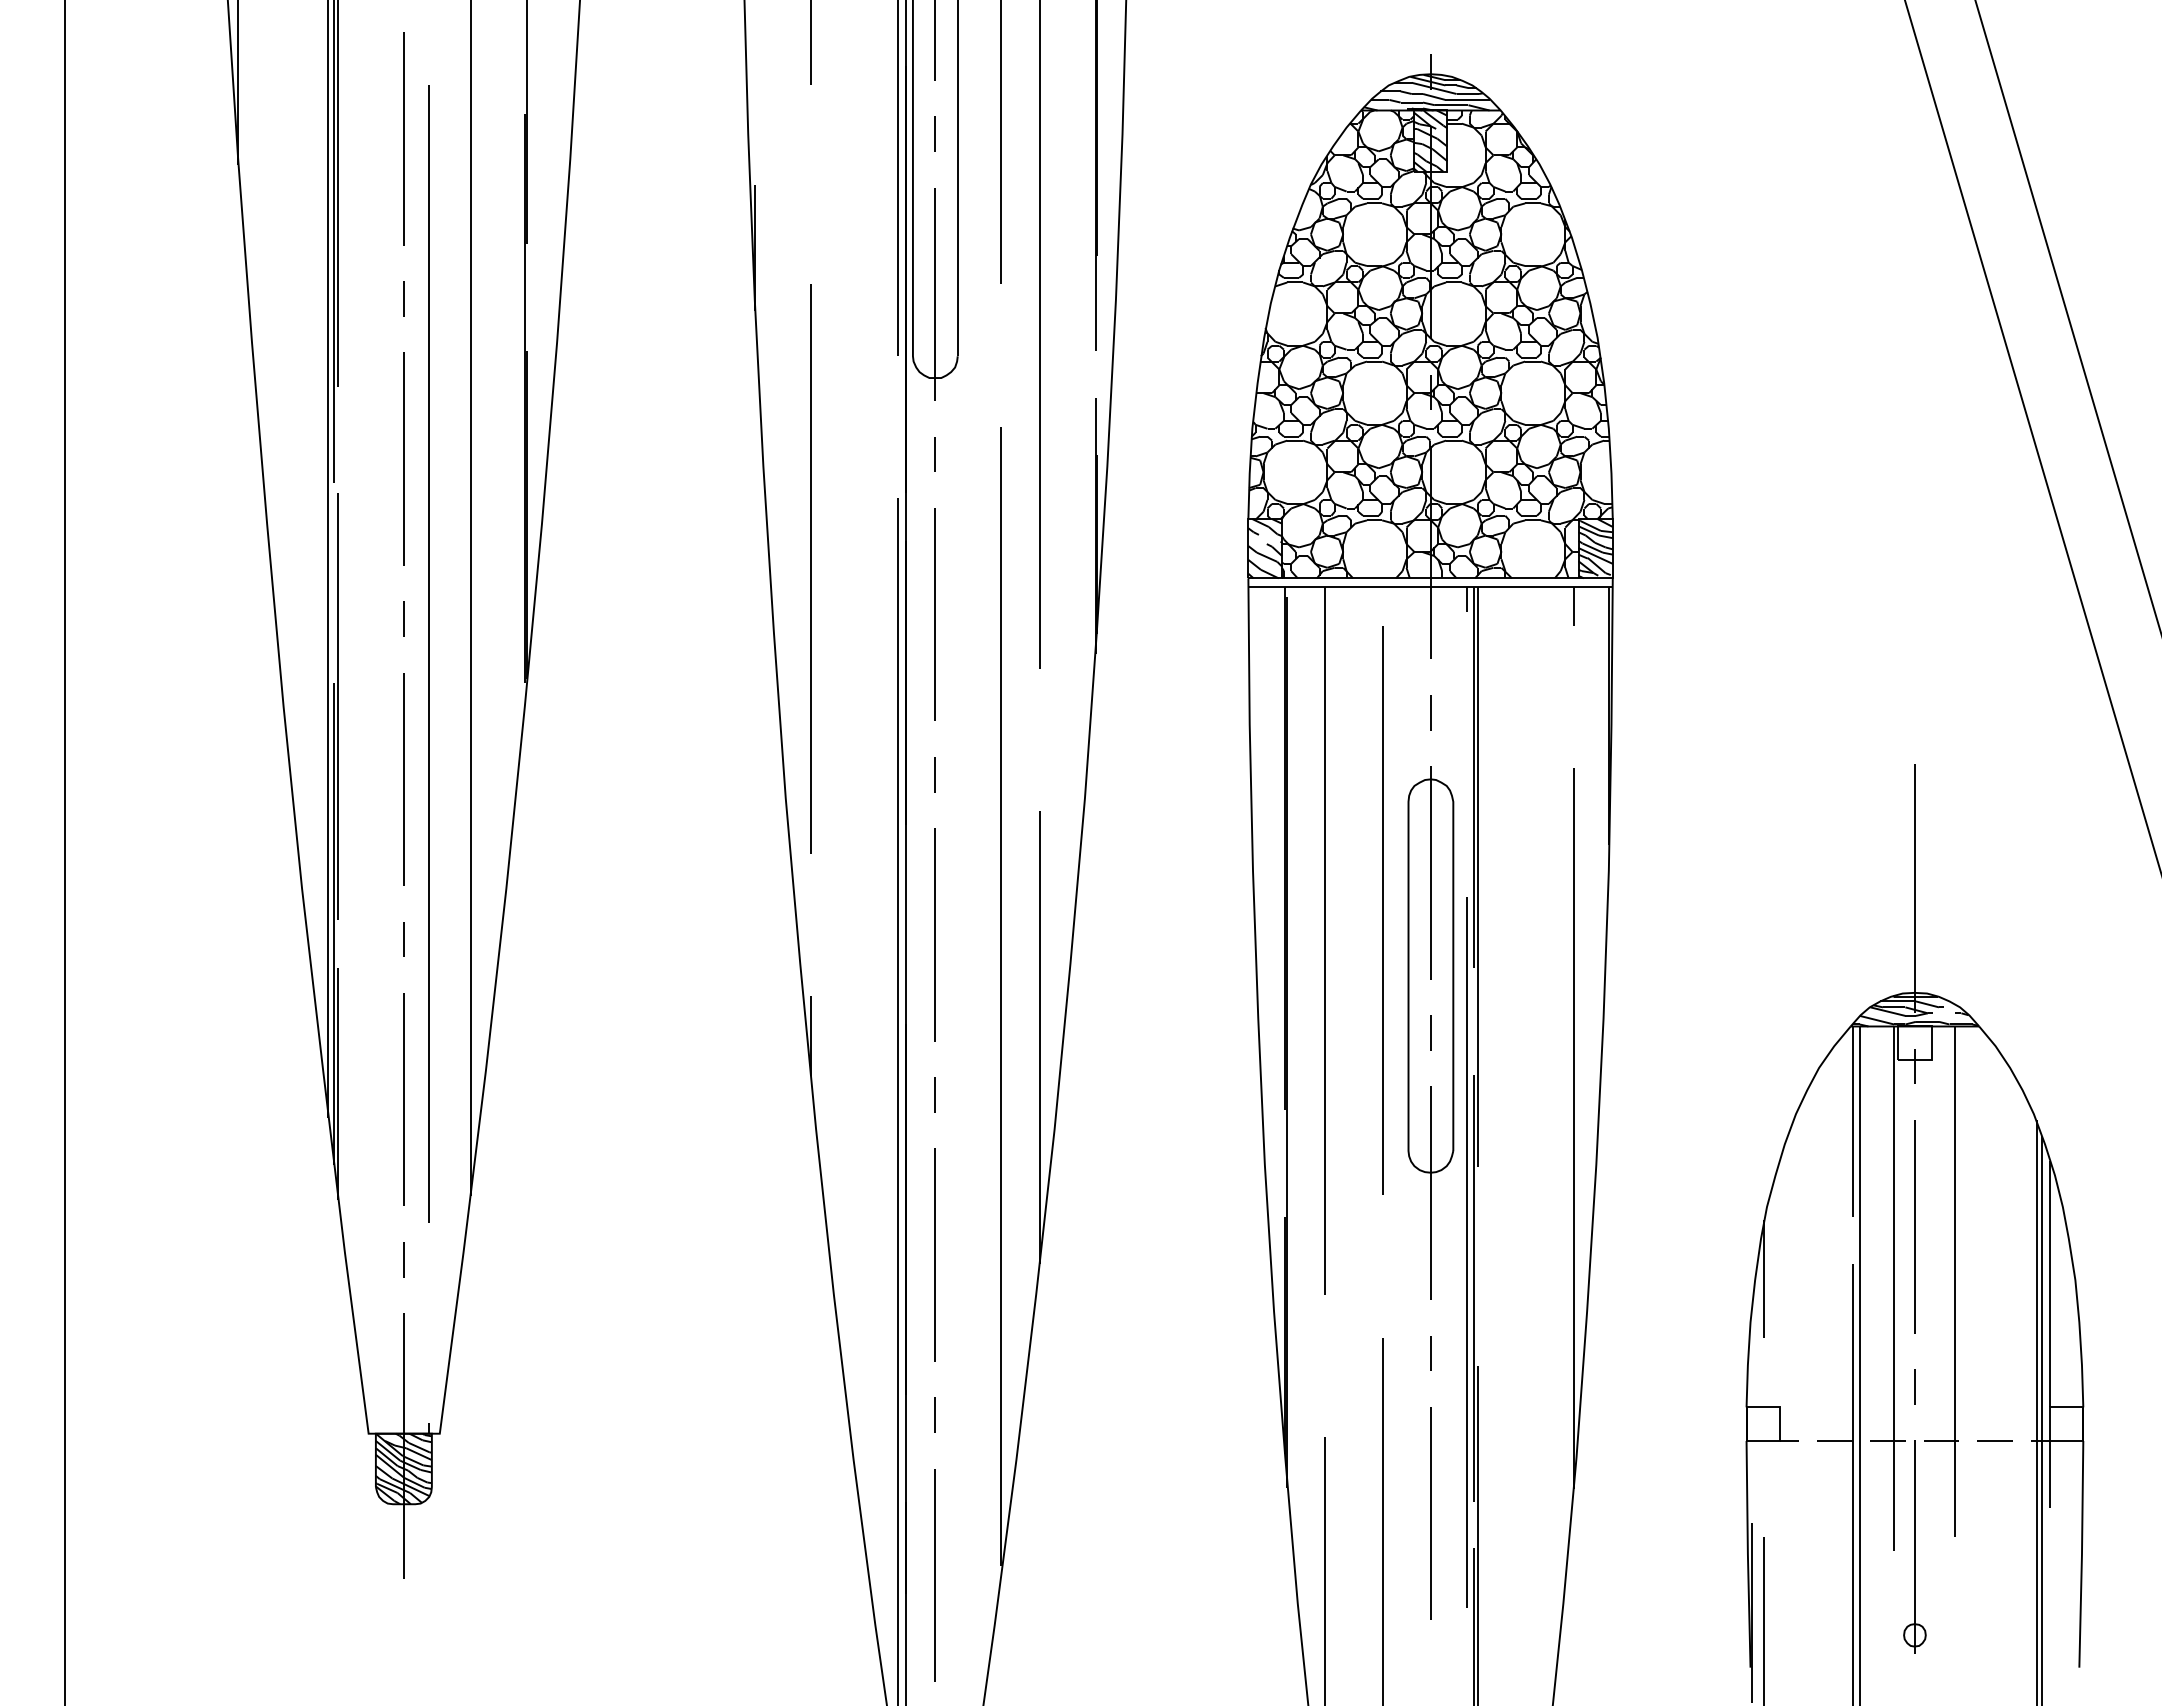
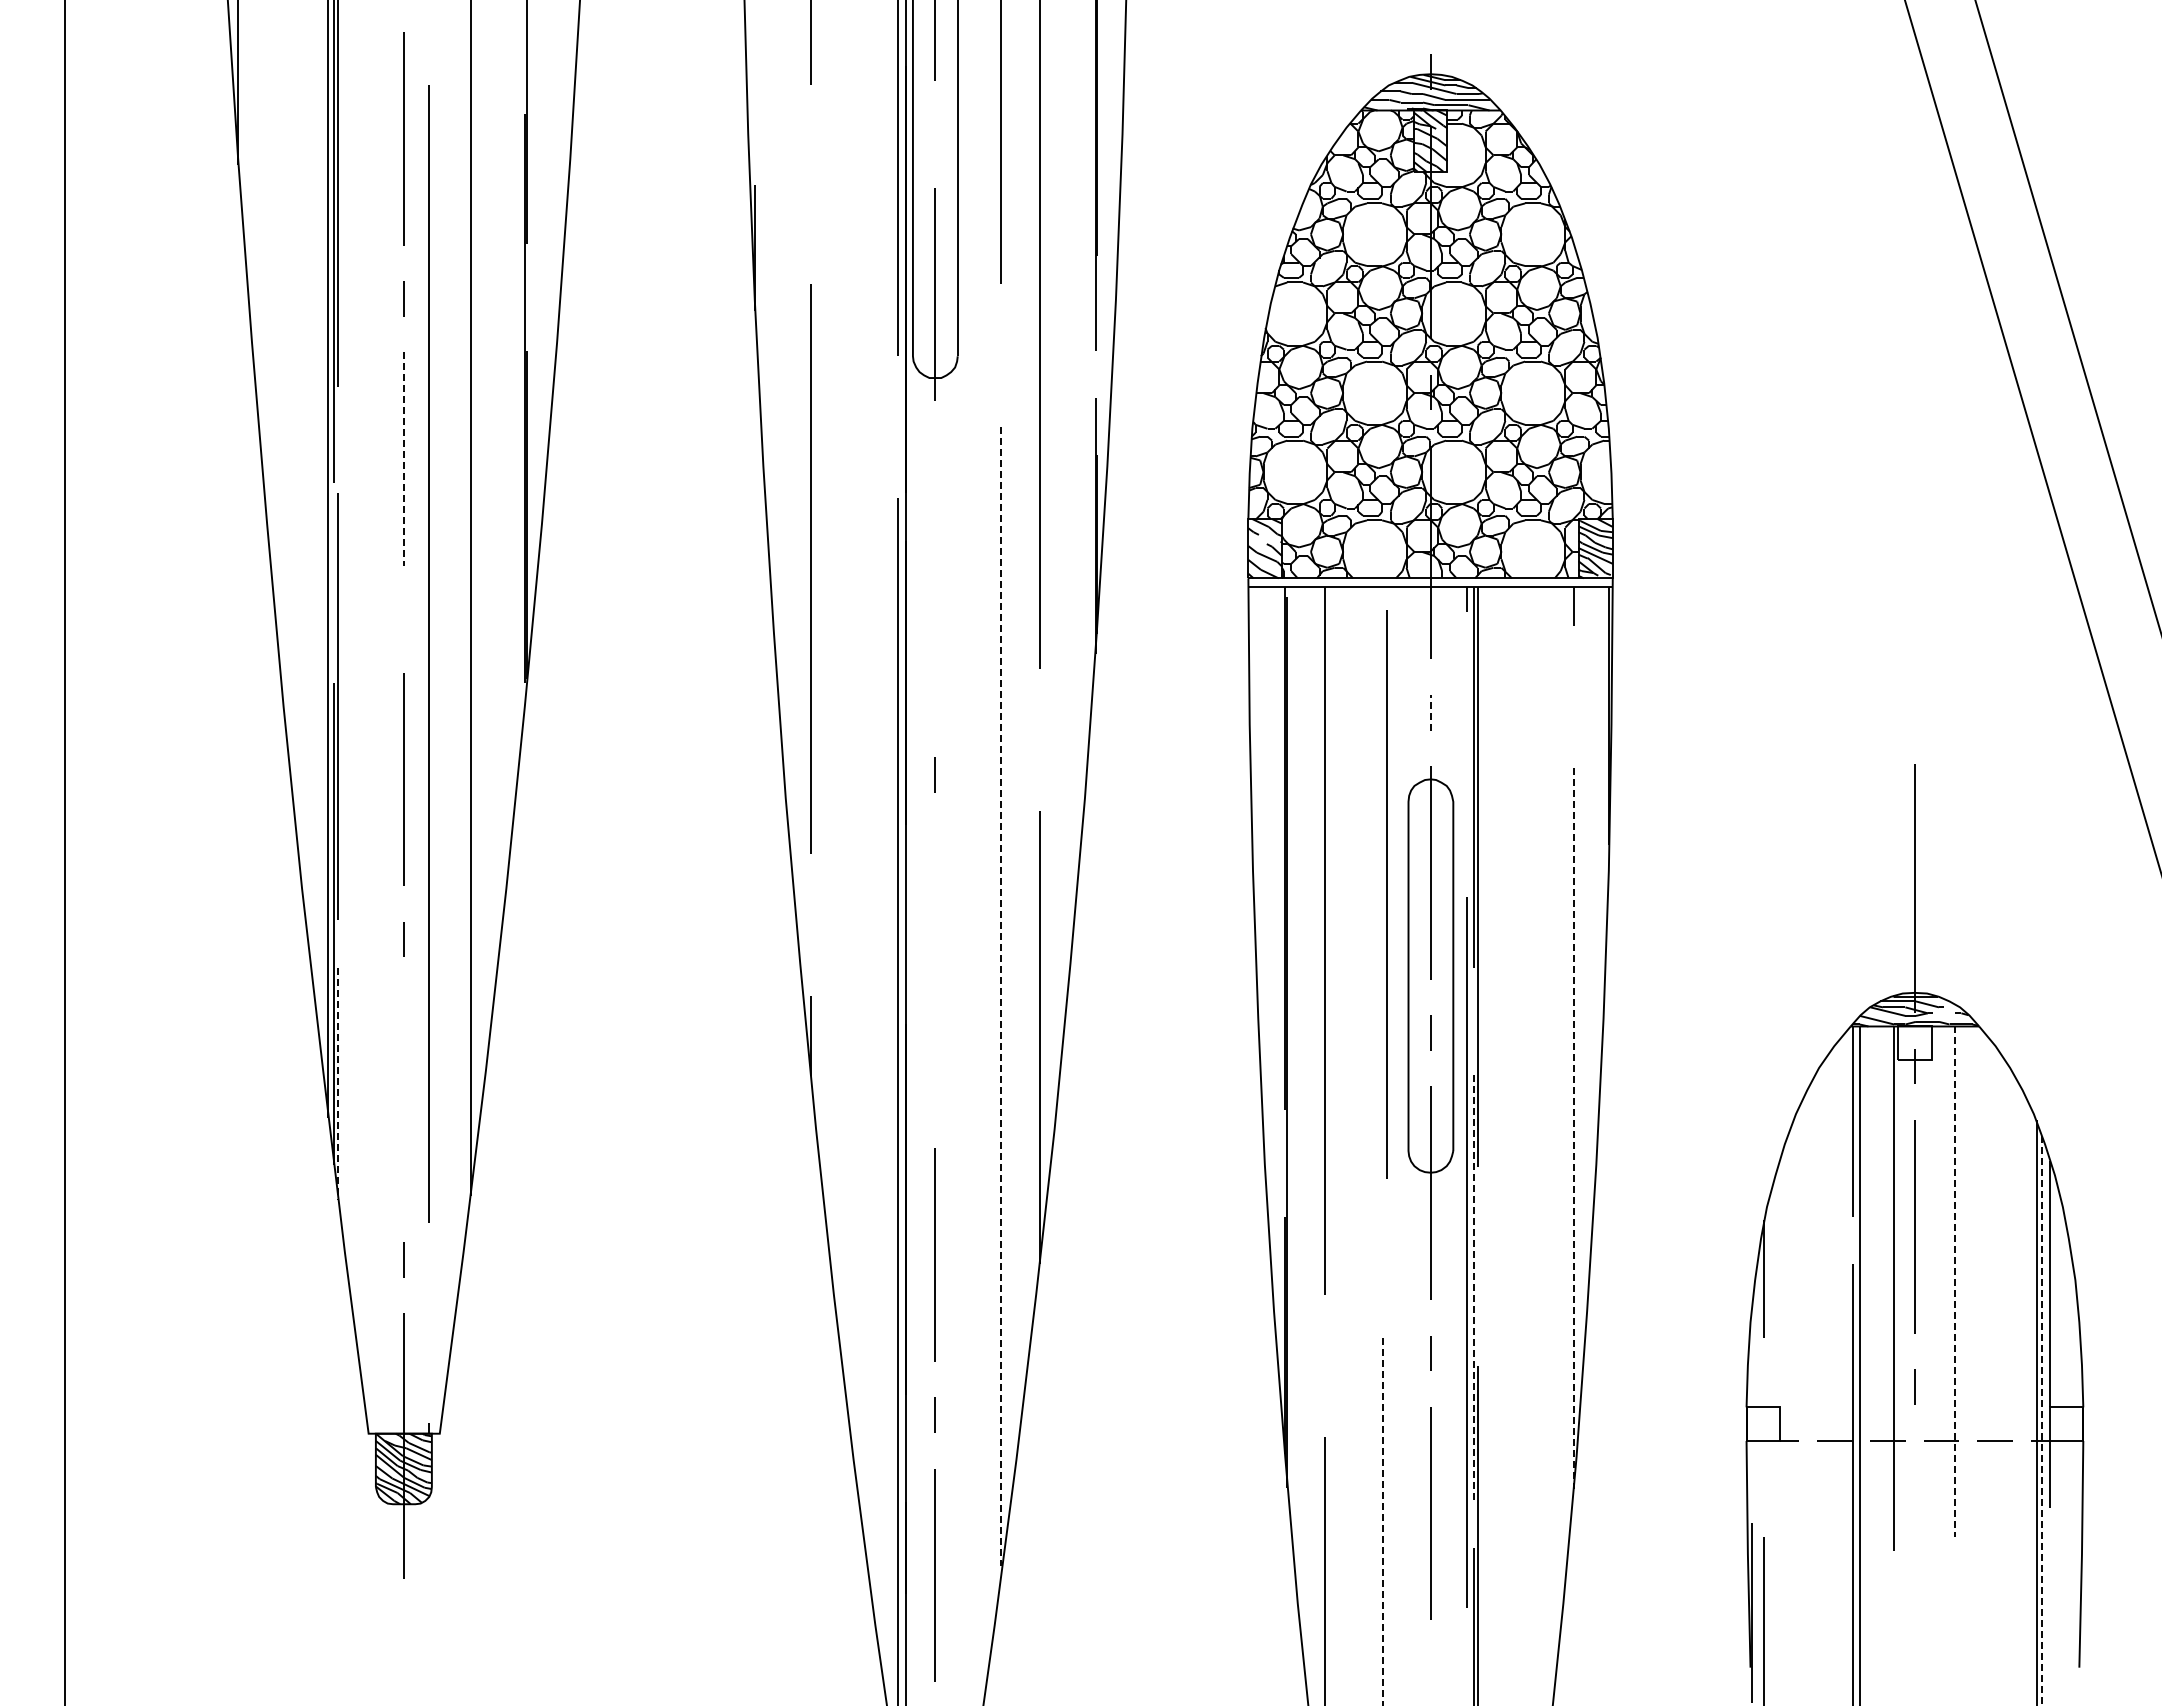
line at (934, 133): present -> none
line at (934, 454): present -> none
line at (404, 459): solid -> dashed
line at (934, 614): present -> none
line at (403, 618): present -> none
line at (1430, 712): solid -> dashed
line at (1382, 910) position: (1382, 910) -> (1386, 894)
line at (934, 934): present -> none
line at (1001, 996): solid -> dashed
line at (338, 1083): solid -> dashed
line at (934, 1094): present -> none
line at (403, 1099): present -> none
line at (1573, 1129): solid -> dashed
line at (1954, 1282): solid -> dashed
line at (1473, 1288): solid -> dashed
line at (2041, 1420): solid -> dashed
line at (1382, 1521): solid -> dashed
part at (1914, 1546): present -> none
